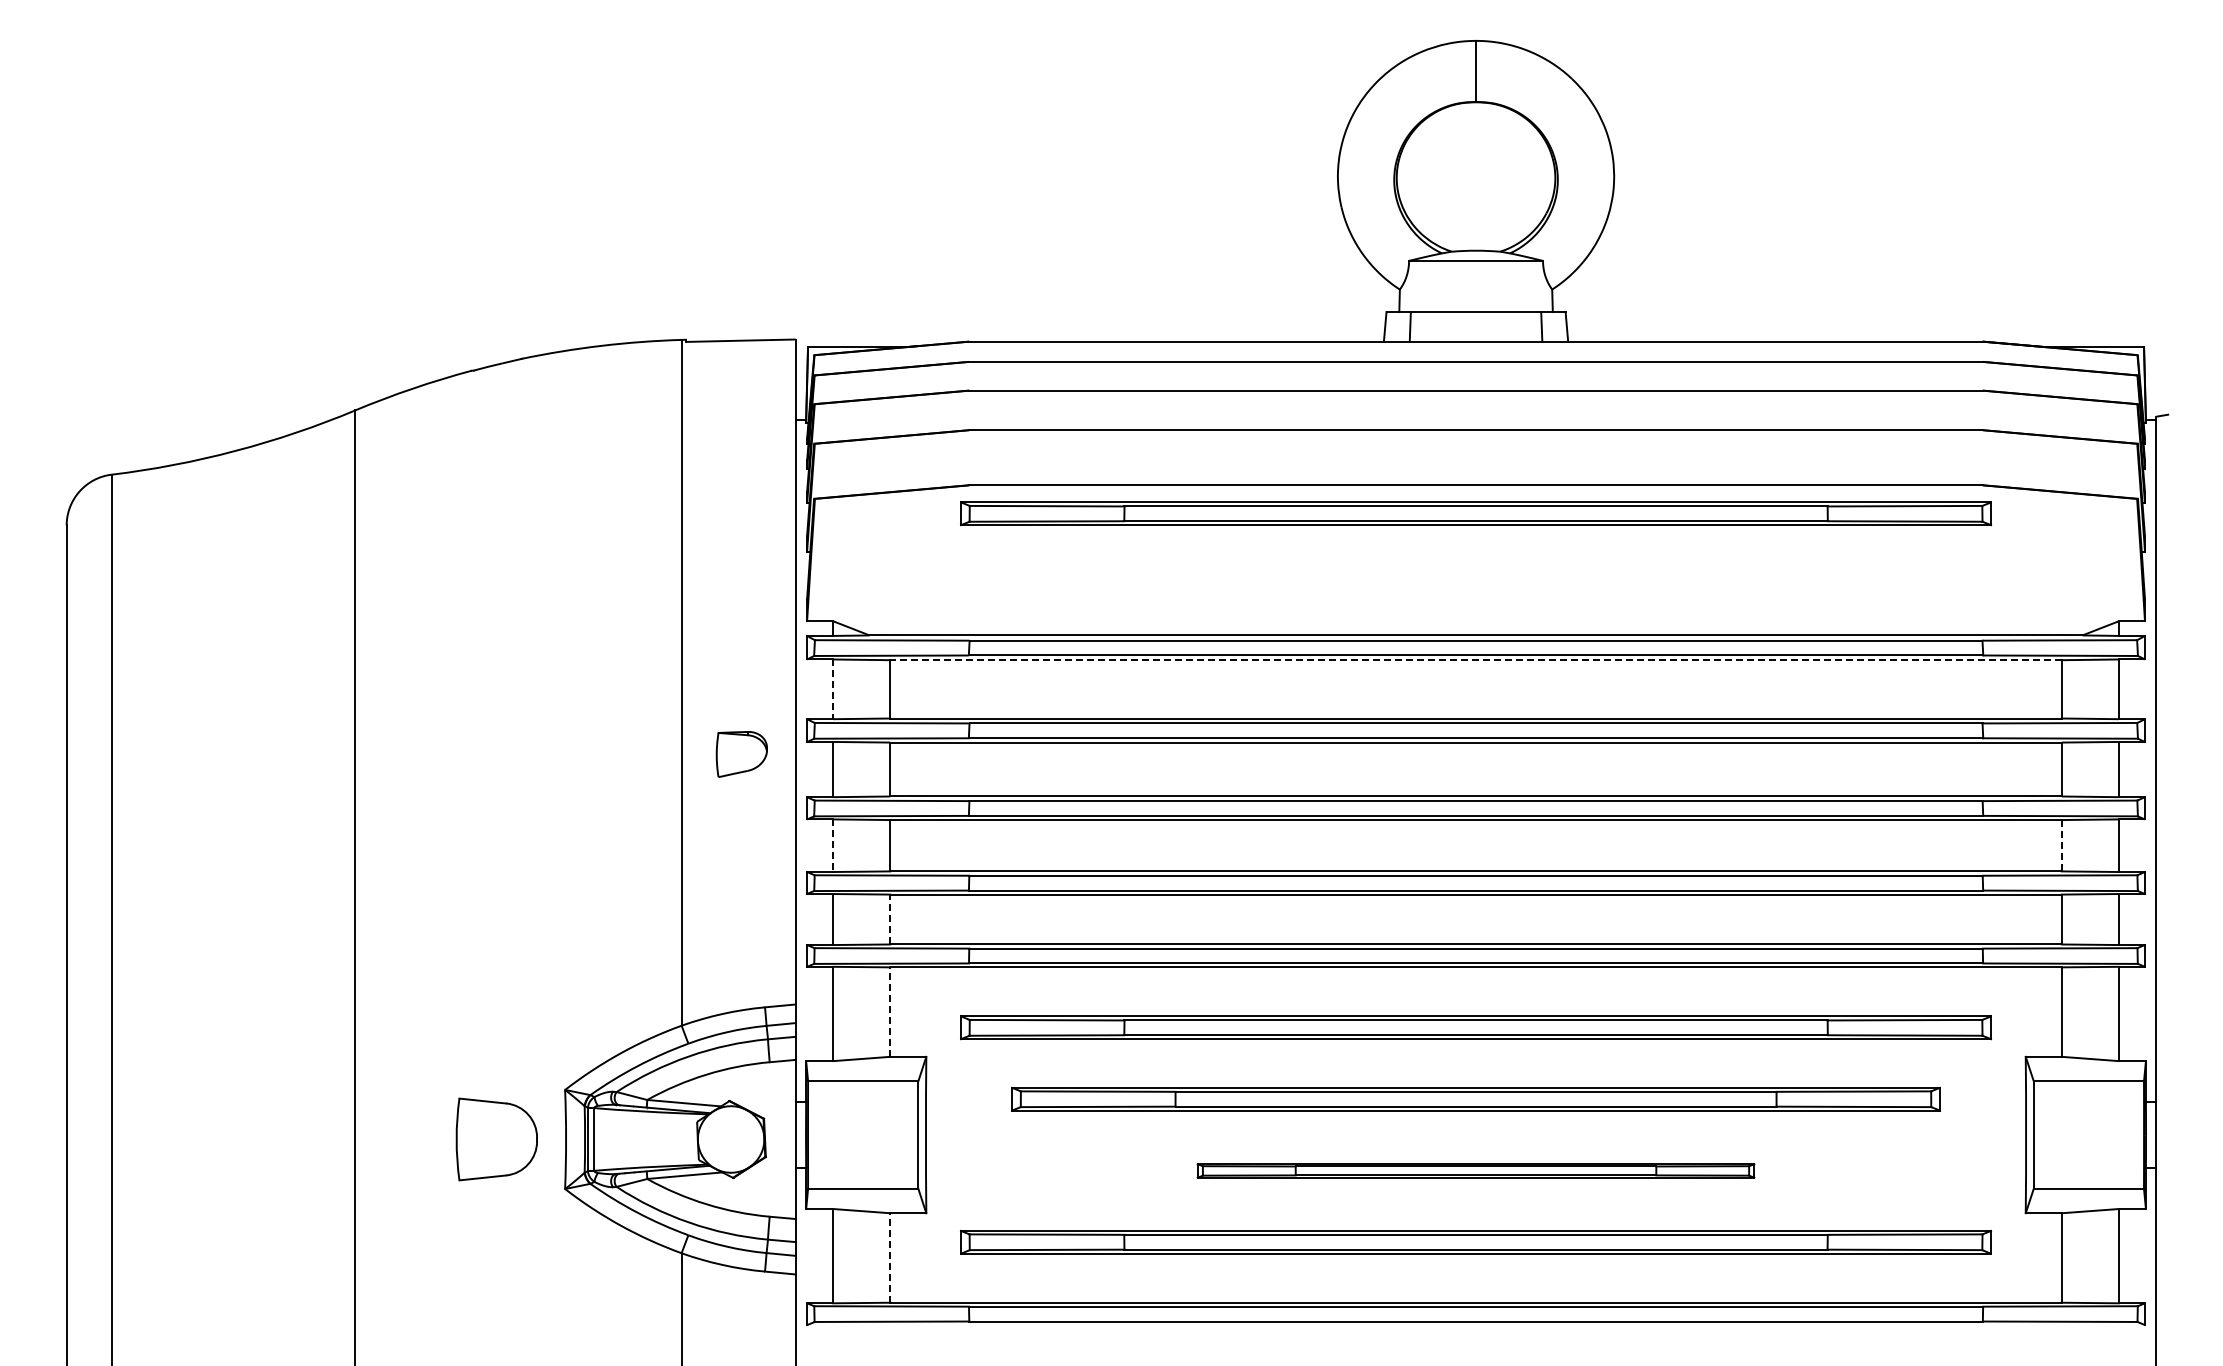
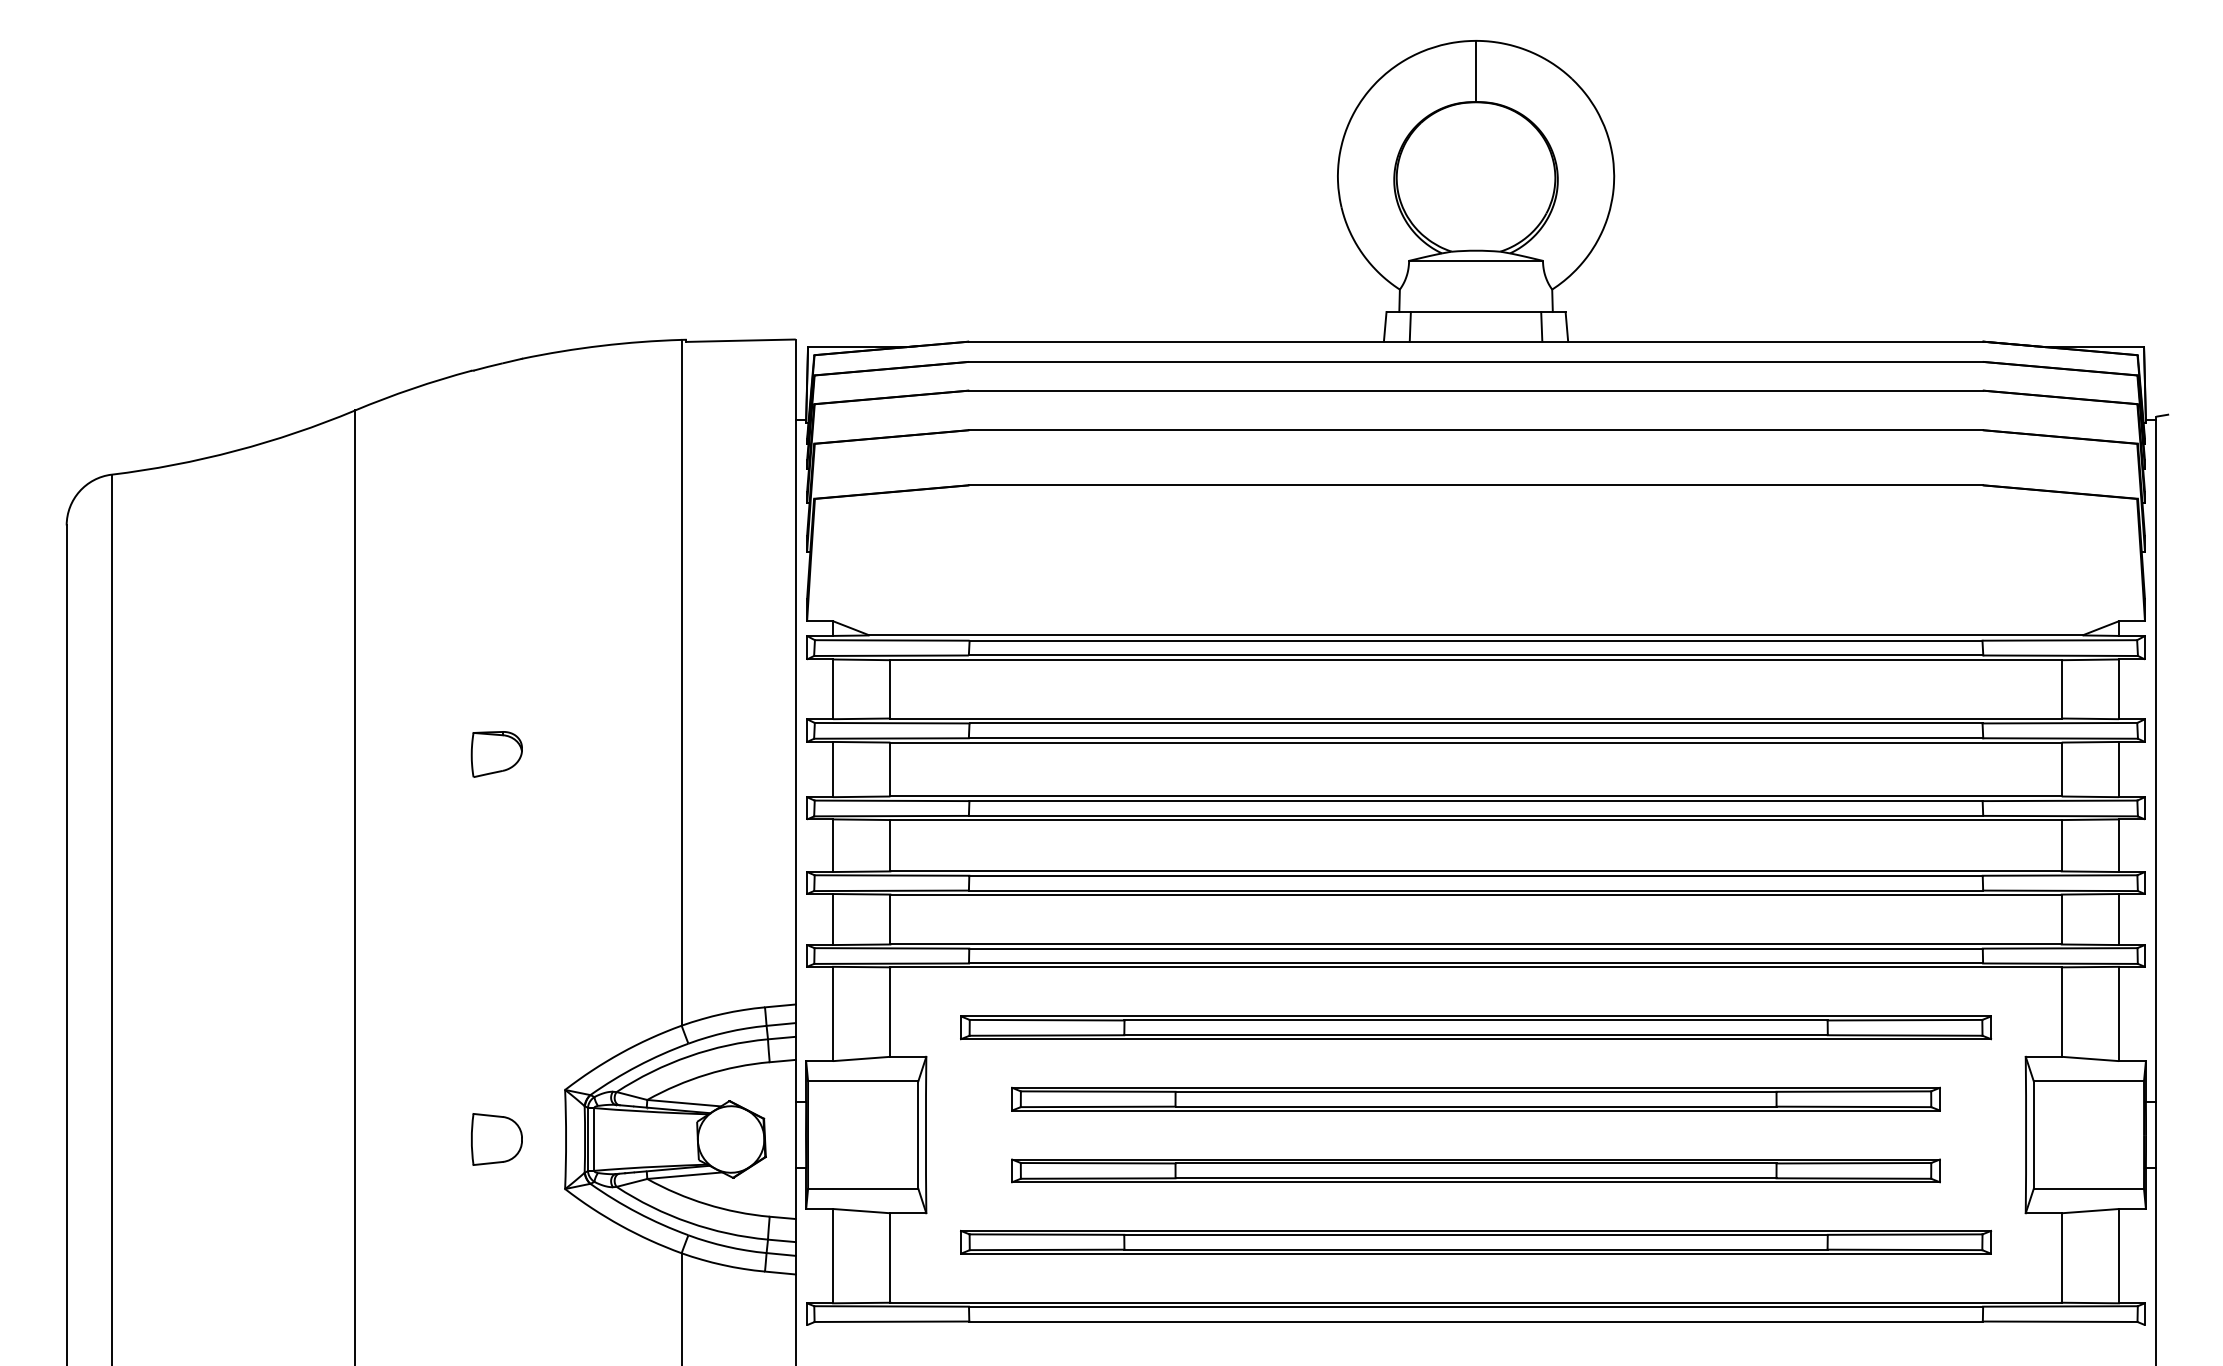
part at (1475, 513): present -> none
line at (1476, 660): dashed -> solid
line at (833, 689): dashed -> solid
part at (741, 754) position: (741, 754) -> (496, 754)
line at (2061, 845): dashed -> solid
line at (833, 846): dashed -> solid
line at (890, 919): dashed -> solid
line at (890, 1012): dashed -> solid
part at (496, 1139) size: 83x85 px -> 52x53 px
part at (1475, 1170) size: 560x16 px -> 930x26 px
line at (890, 1258): dashed -> solid
